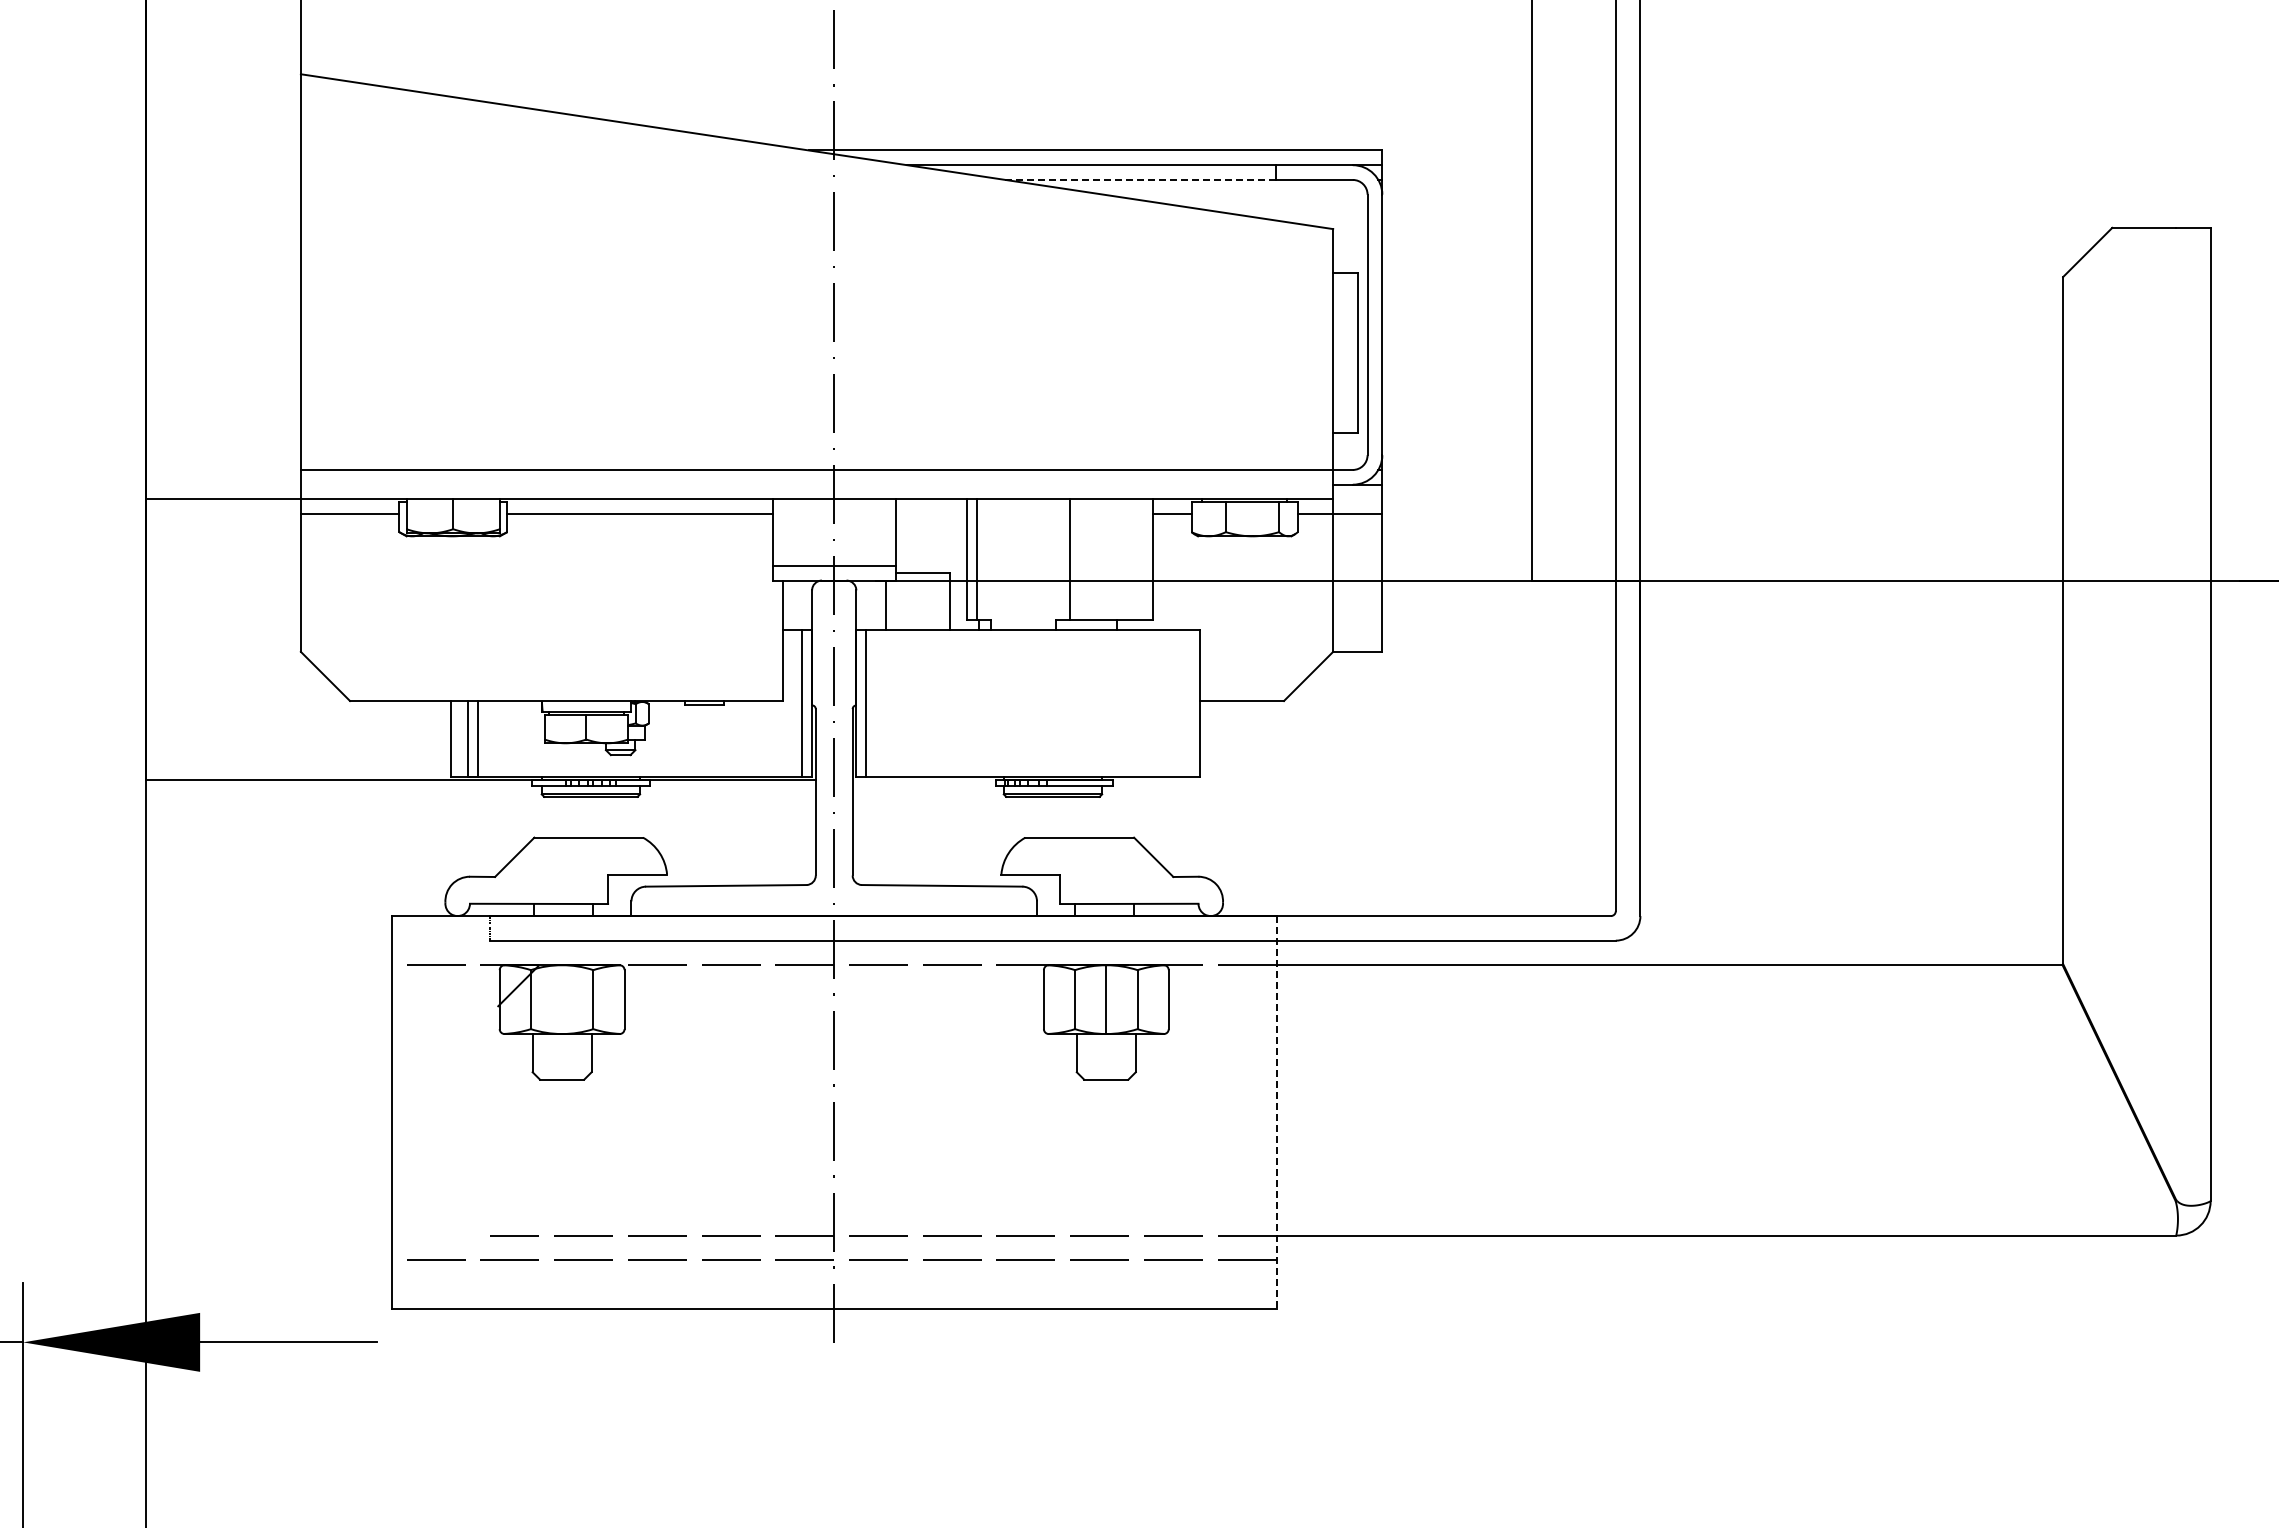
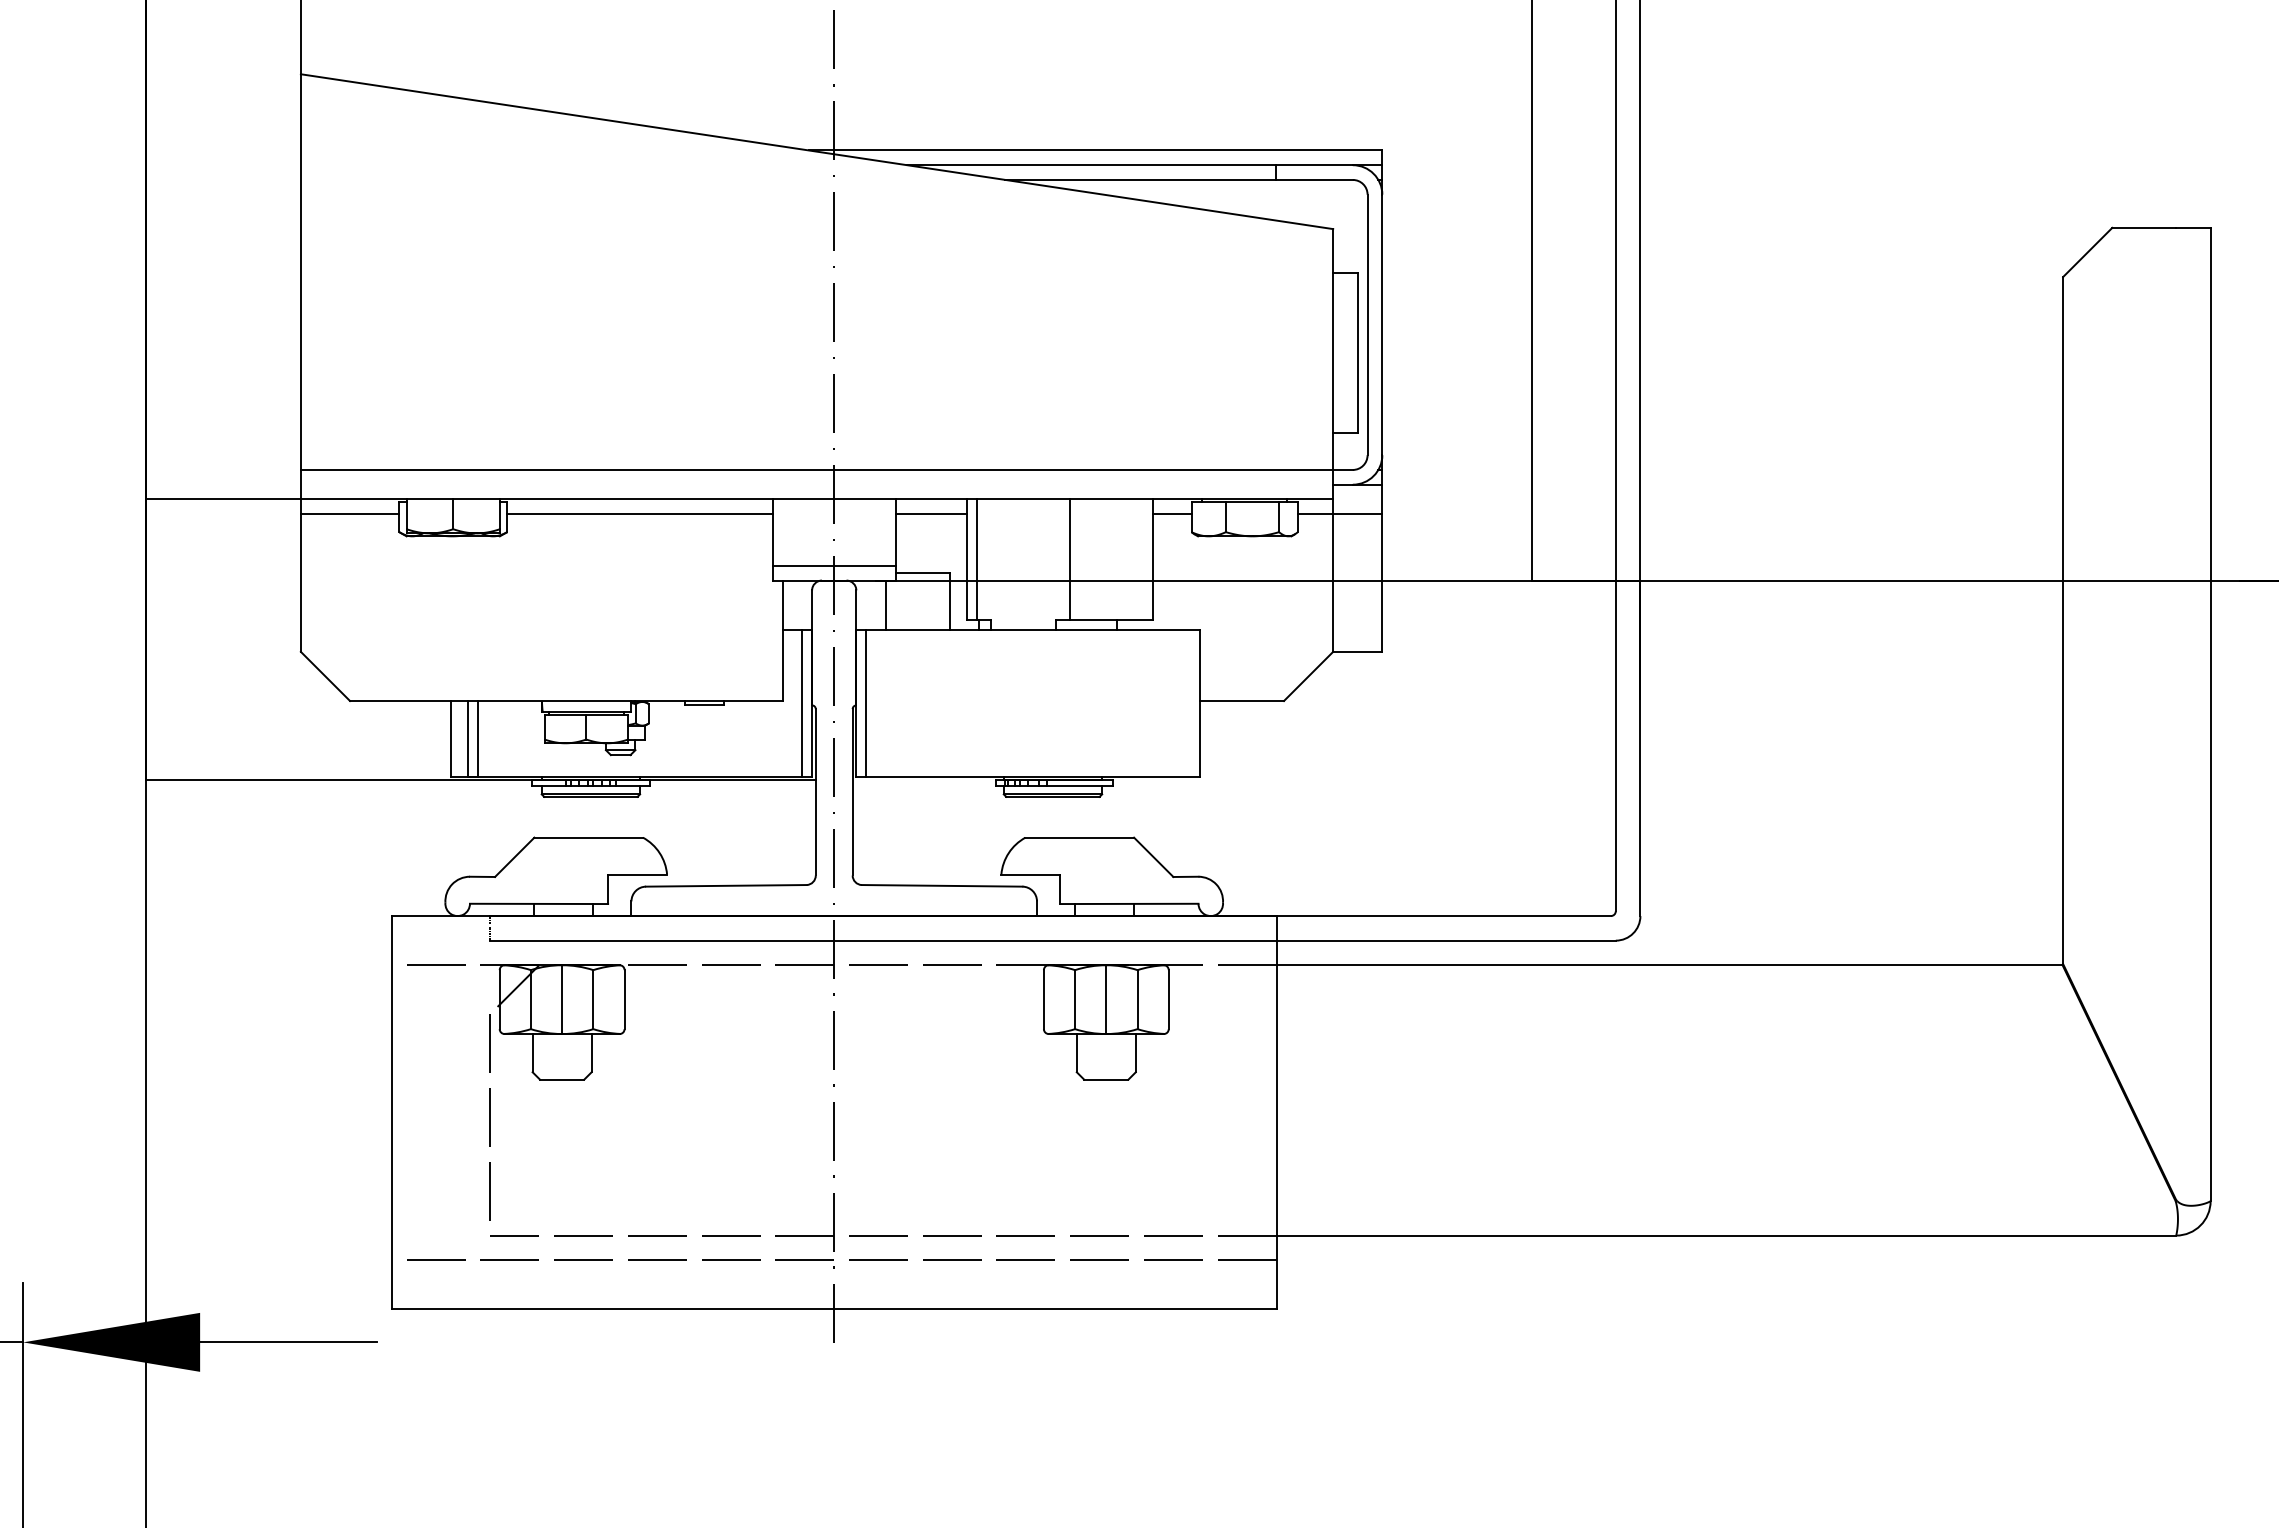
line at (1141, 179): dashed -> solid
line at (931, 514): none -> present
line at (562, 999): none -> present
line at (1276, 1112): dashed -> solid
line at (489, 1117): none -> present
